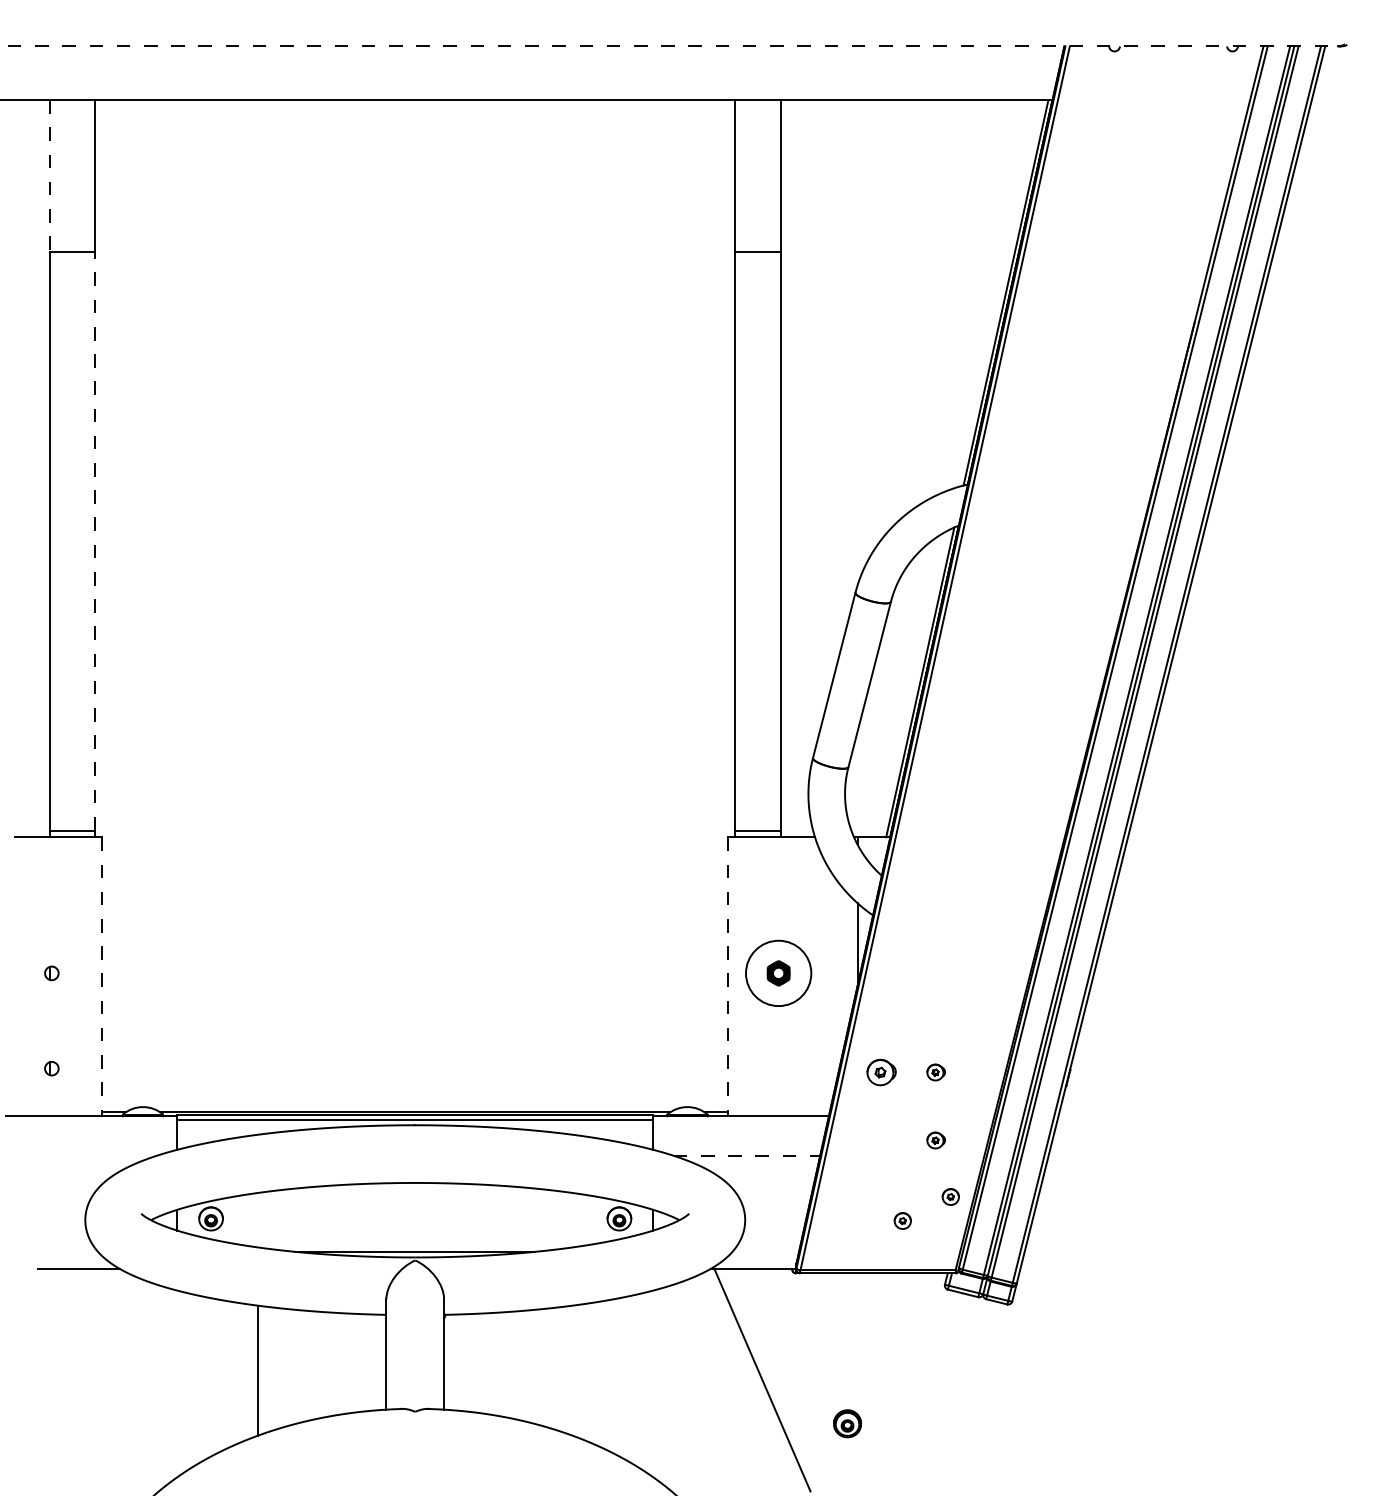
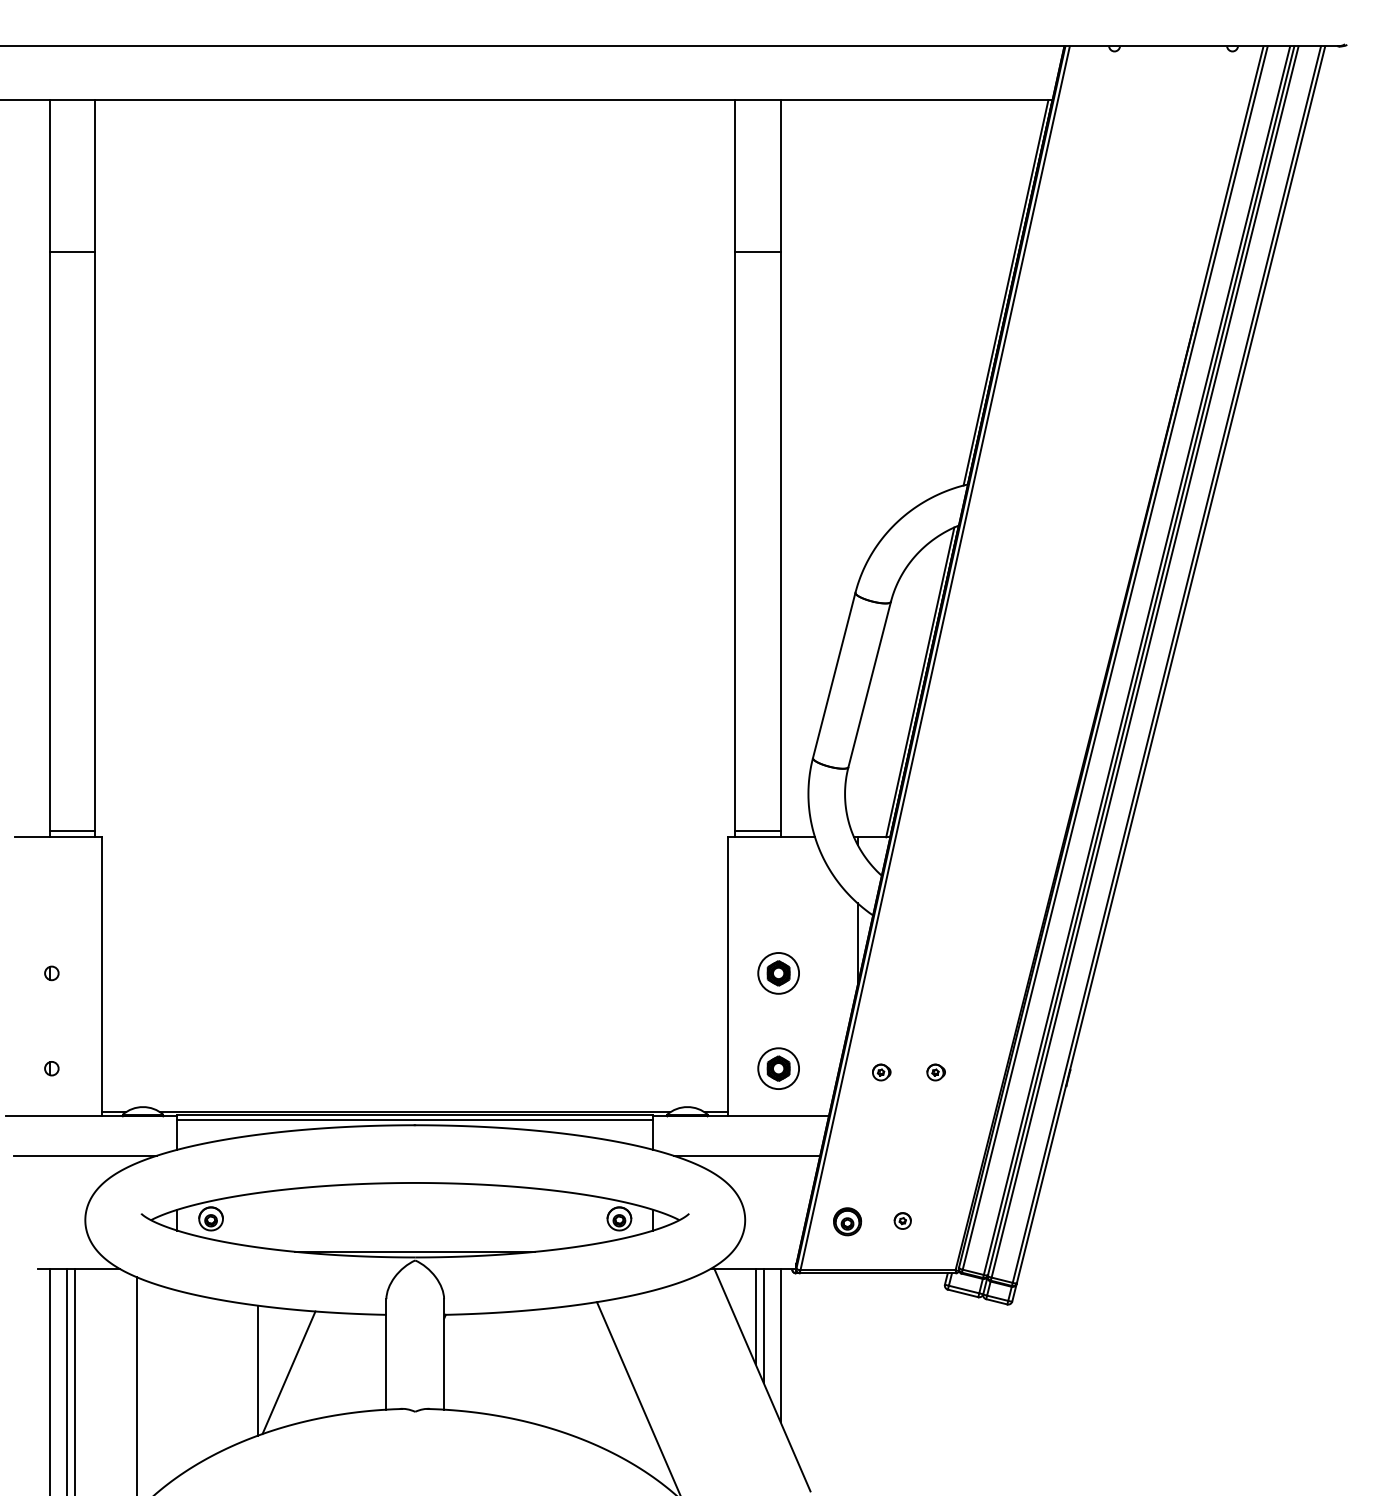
line at (669, 46): dashed -> solid
line at (49, 176): dashed -> solid
line at (95, 540): dashed -> solid
circle at (778, 973) diameter: 65 px -> 41 px
line at (102, 976): dashed -> solid
line at (728, 976): dashed -> solid
part at (778, 1068): none -> present
part at (881, 1072) size: 31x29 px -> 20x19 px
part at (935, 1140): present -> none
line at (85, 1155): none -> present
line at (747, 1155): dashed -> solid
part at (950, 1196): present -> none
line at (755, 1316): none -> present
line at (763, 1325): none -> present
line at (780, 1345): none -> present
line at (288, 1372): none -> present
line at (49, 1380): none -> present
line at (66, 1380): none -> present
line at (75, 1380): none -> present
line at (136, 1384): none -> present
line at (637, 1397): none -> present
part at (847, 1423) position: (847, 1423) -> (847, 1221)
